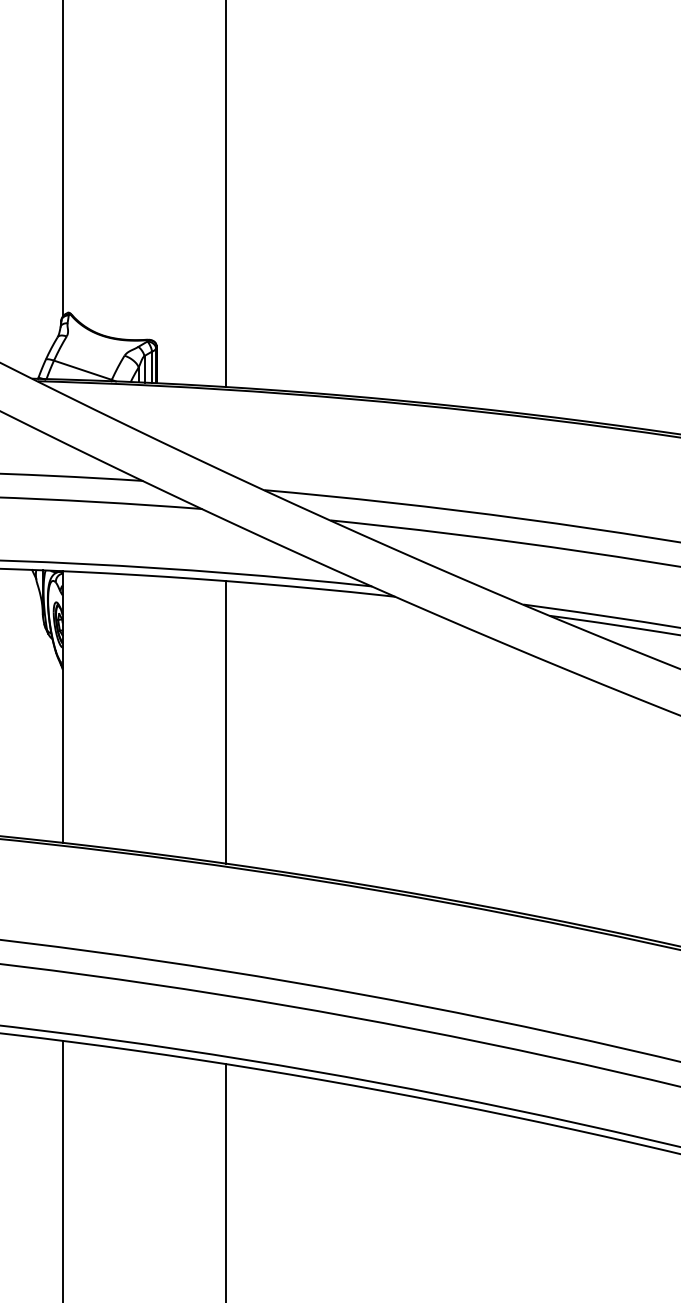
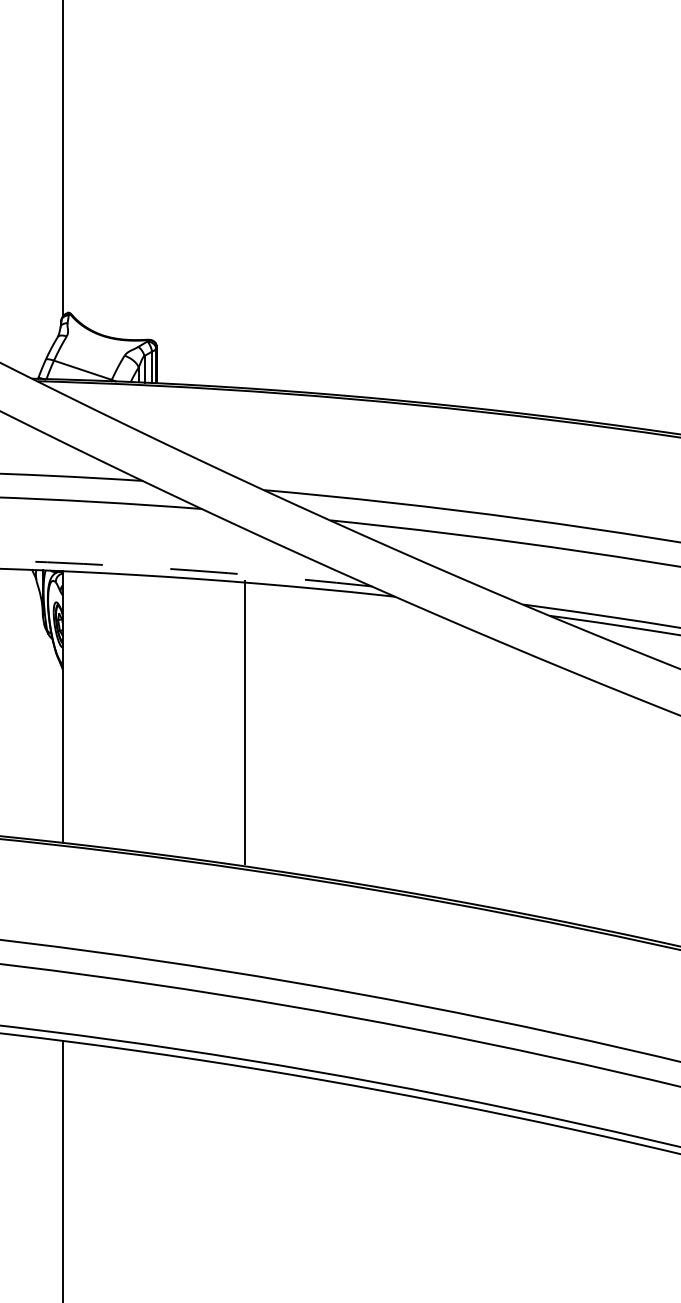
line at (225, 194): present -> none
arc at (185, 570): solid -> dashed
line at (225, 722) position: (225, 722) -> (244, 722)
line at (225, 1181): present -> none
